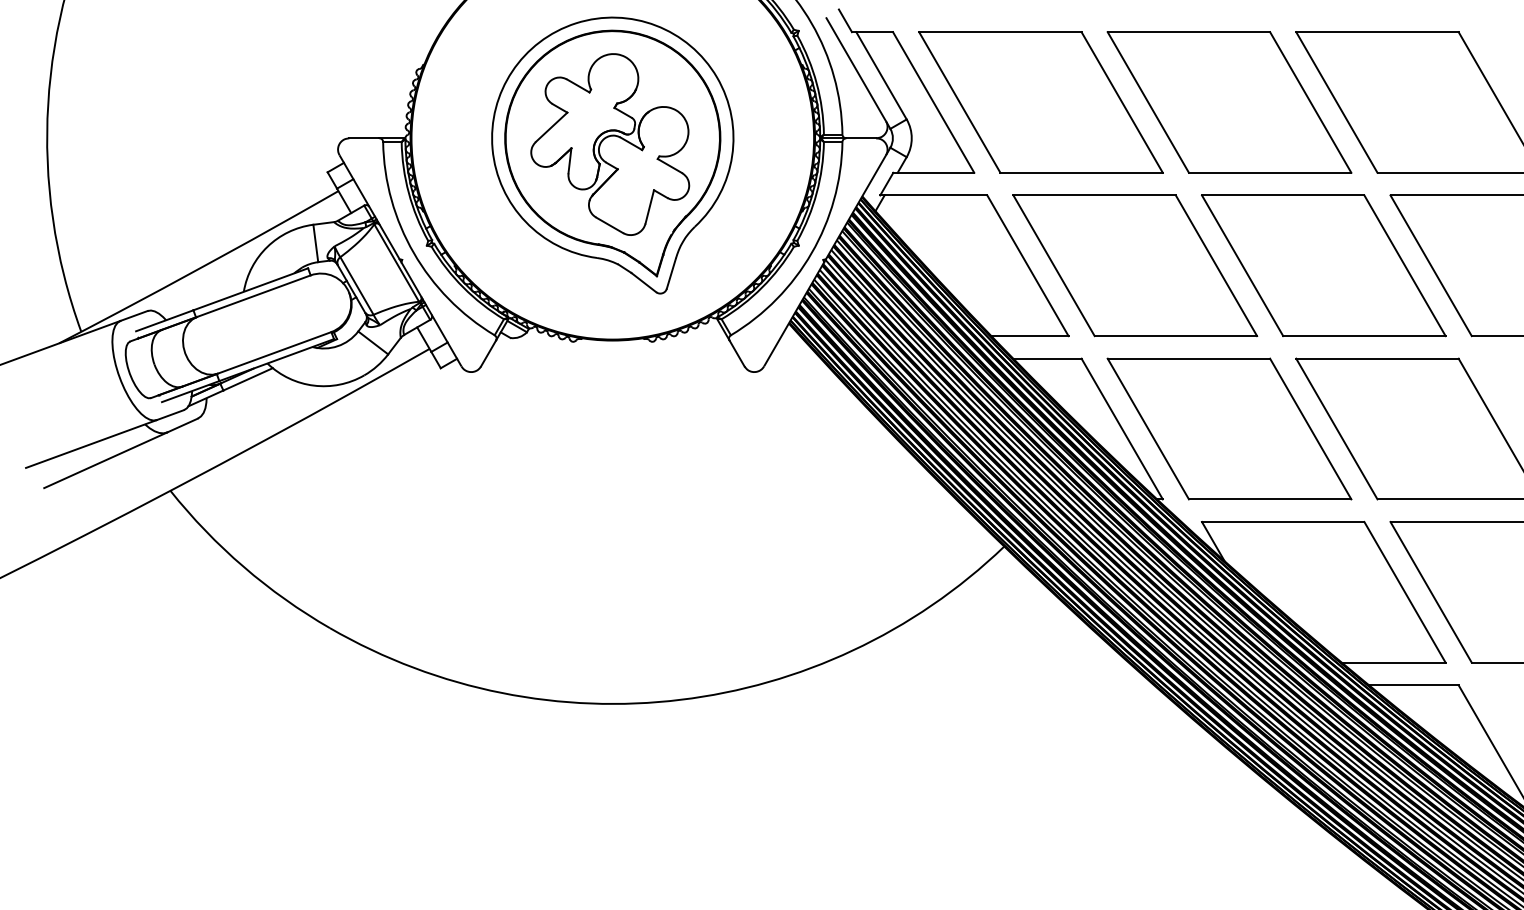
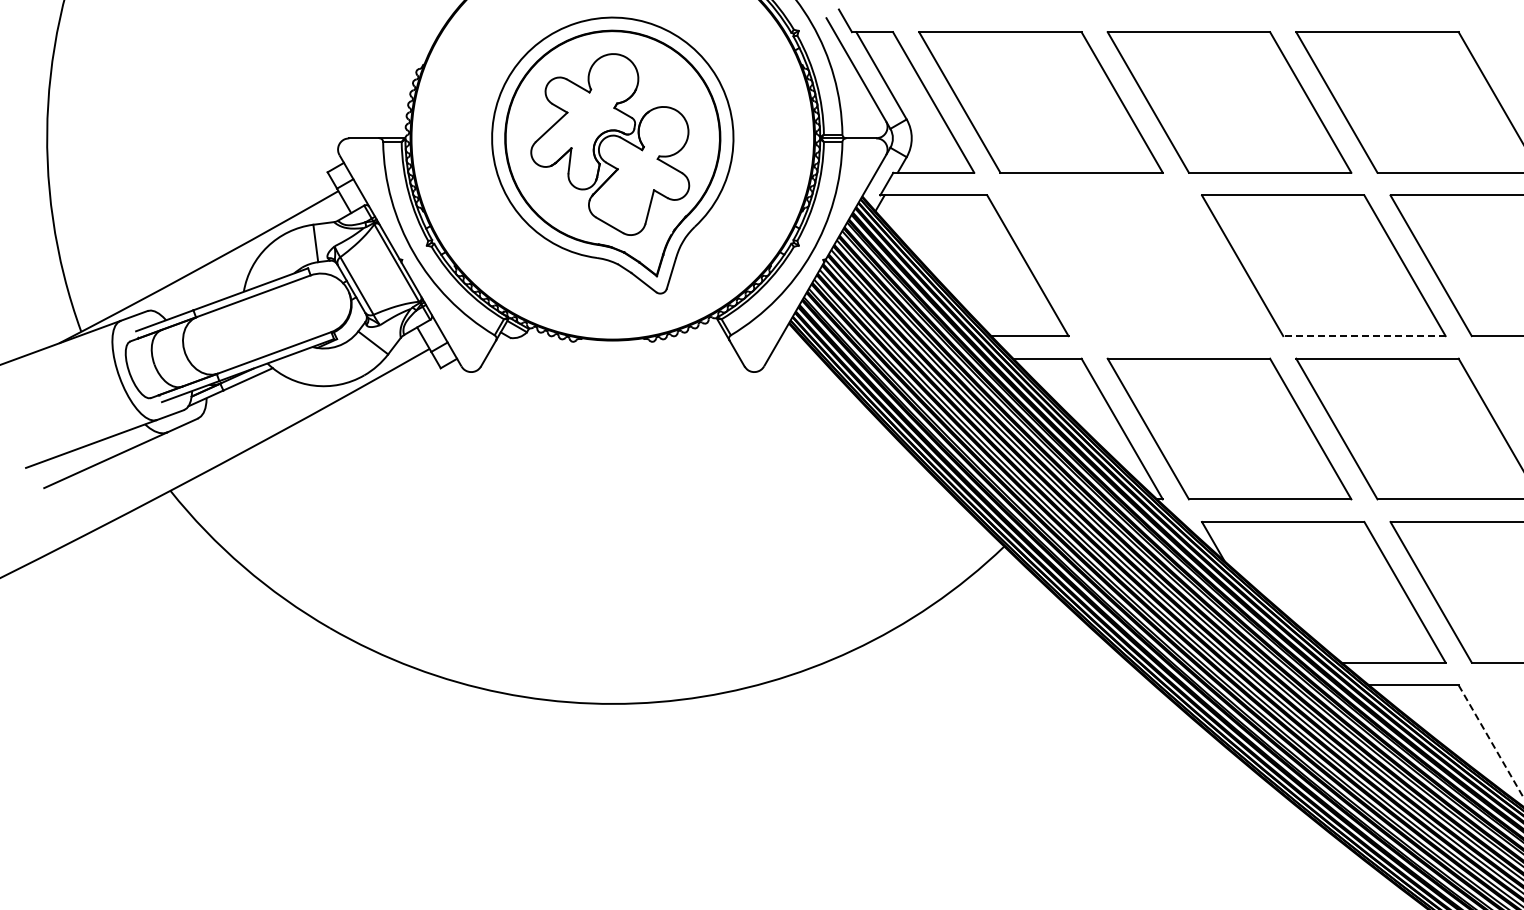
part at (1135, 265): present -> none
line at (1363, 336): solid -> dashed
line at (1491, 742): solid -> dashed
